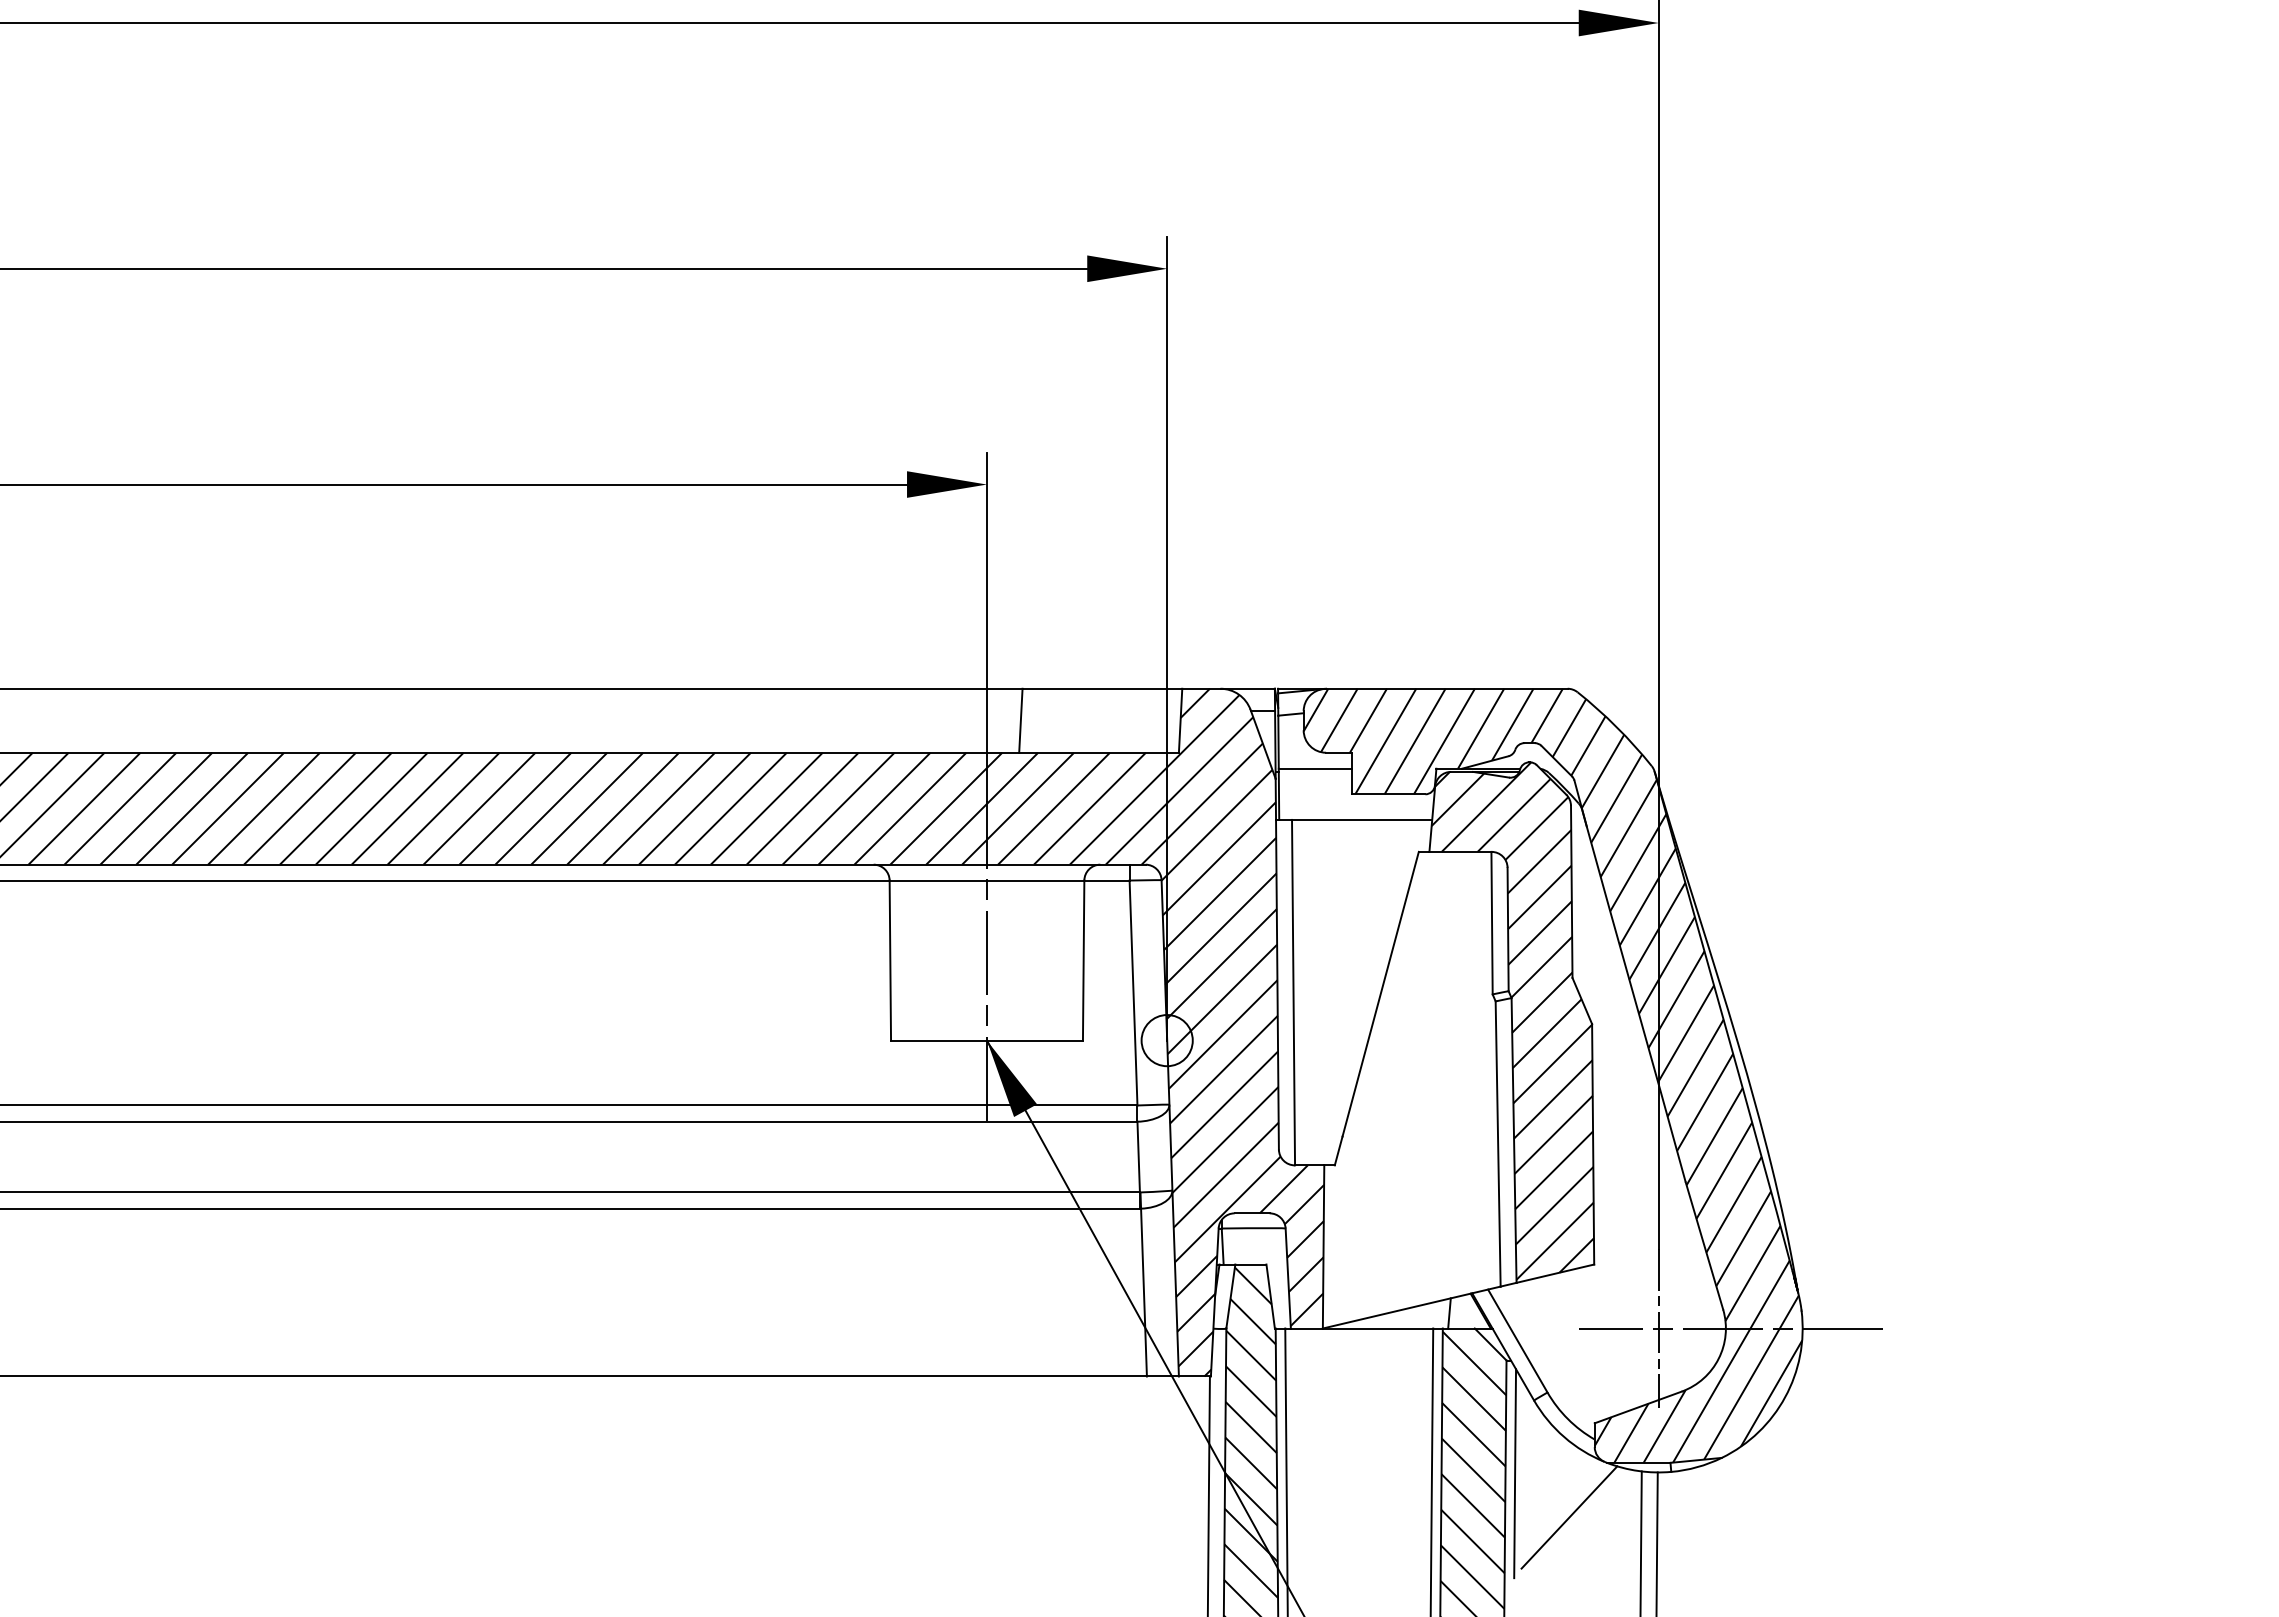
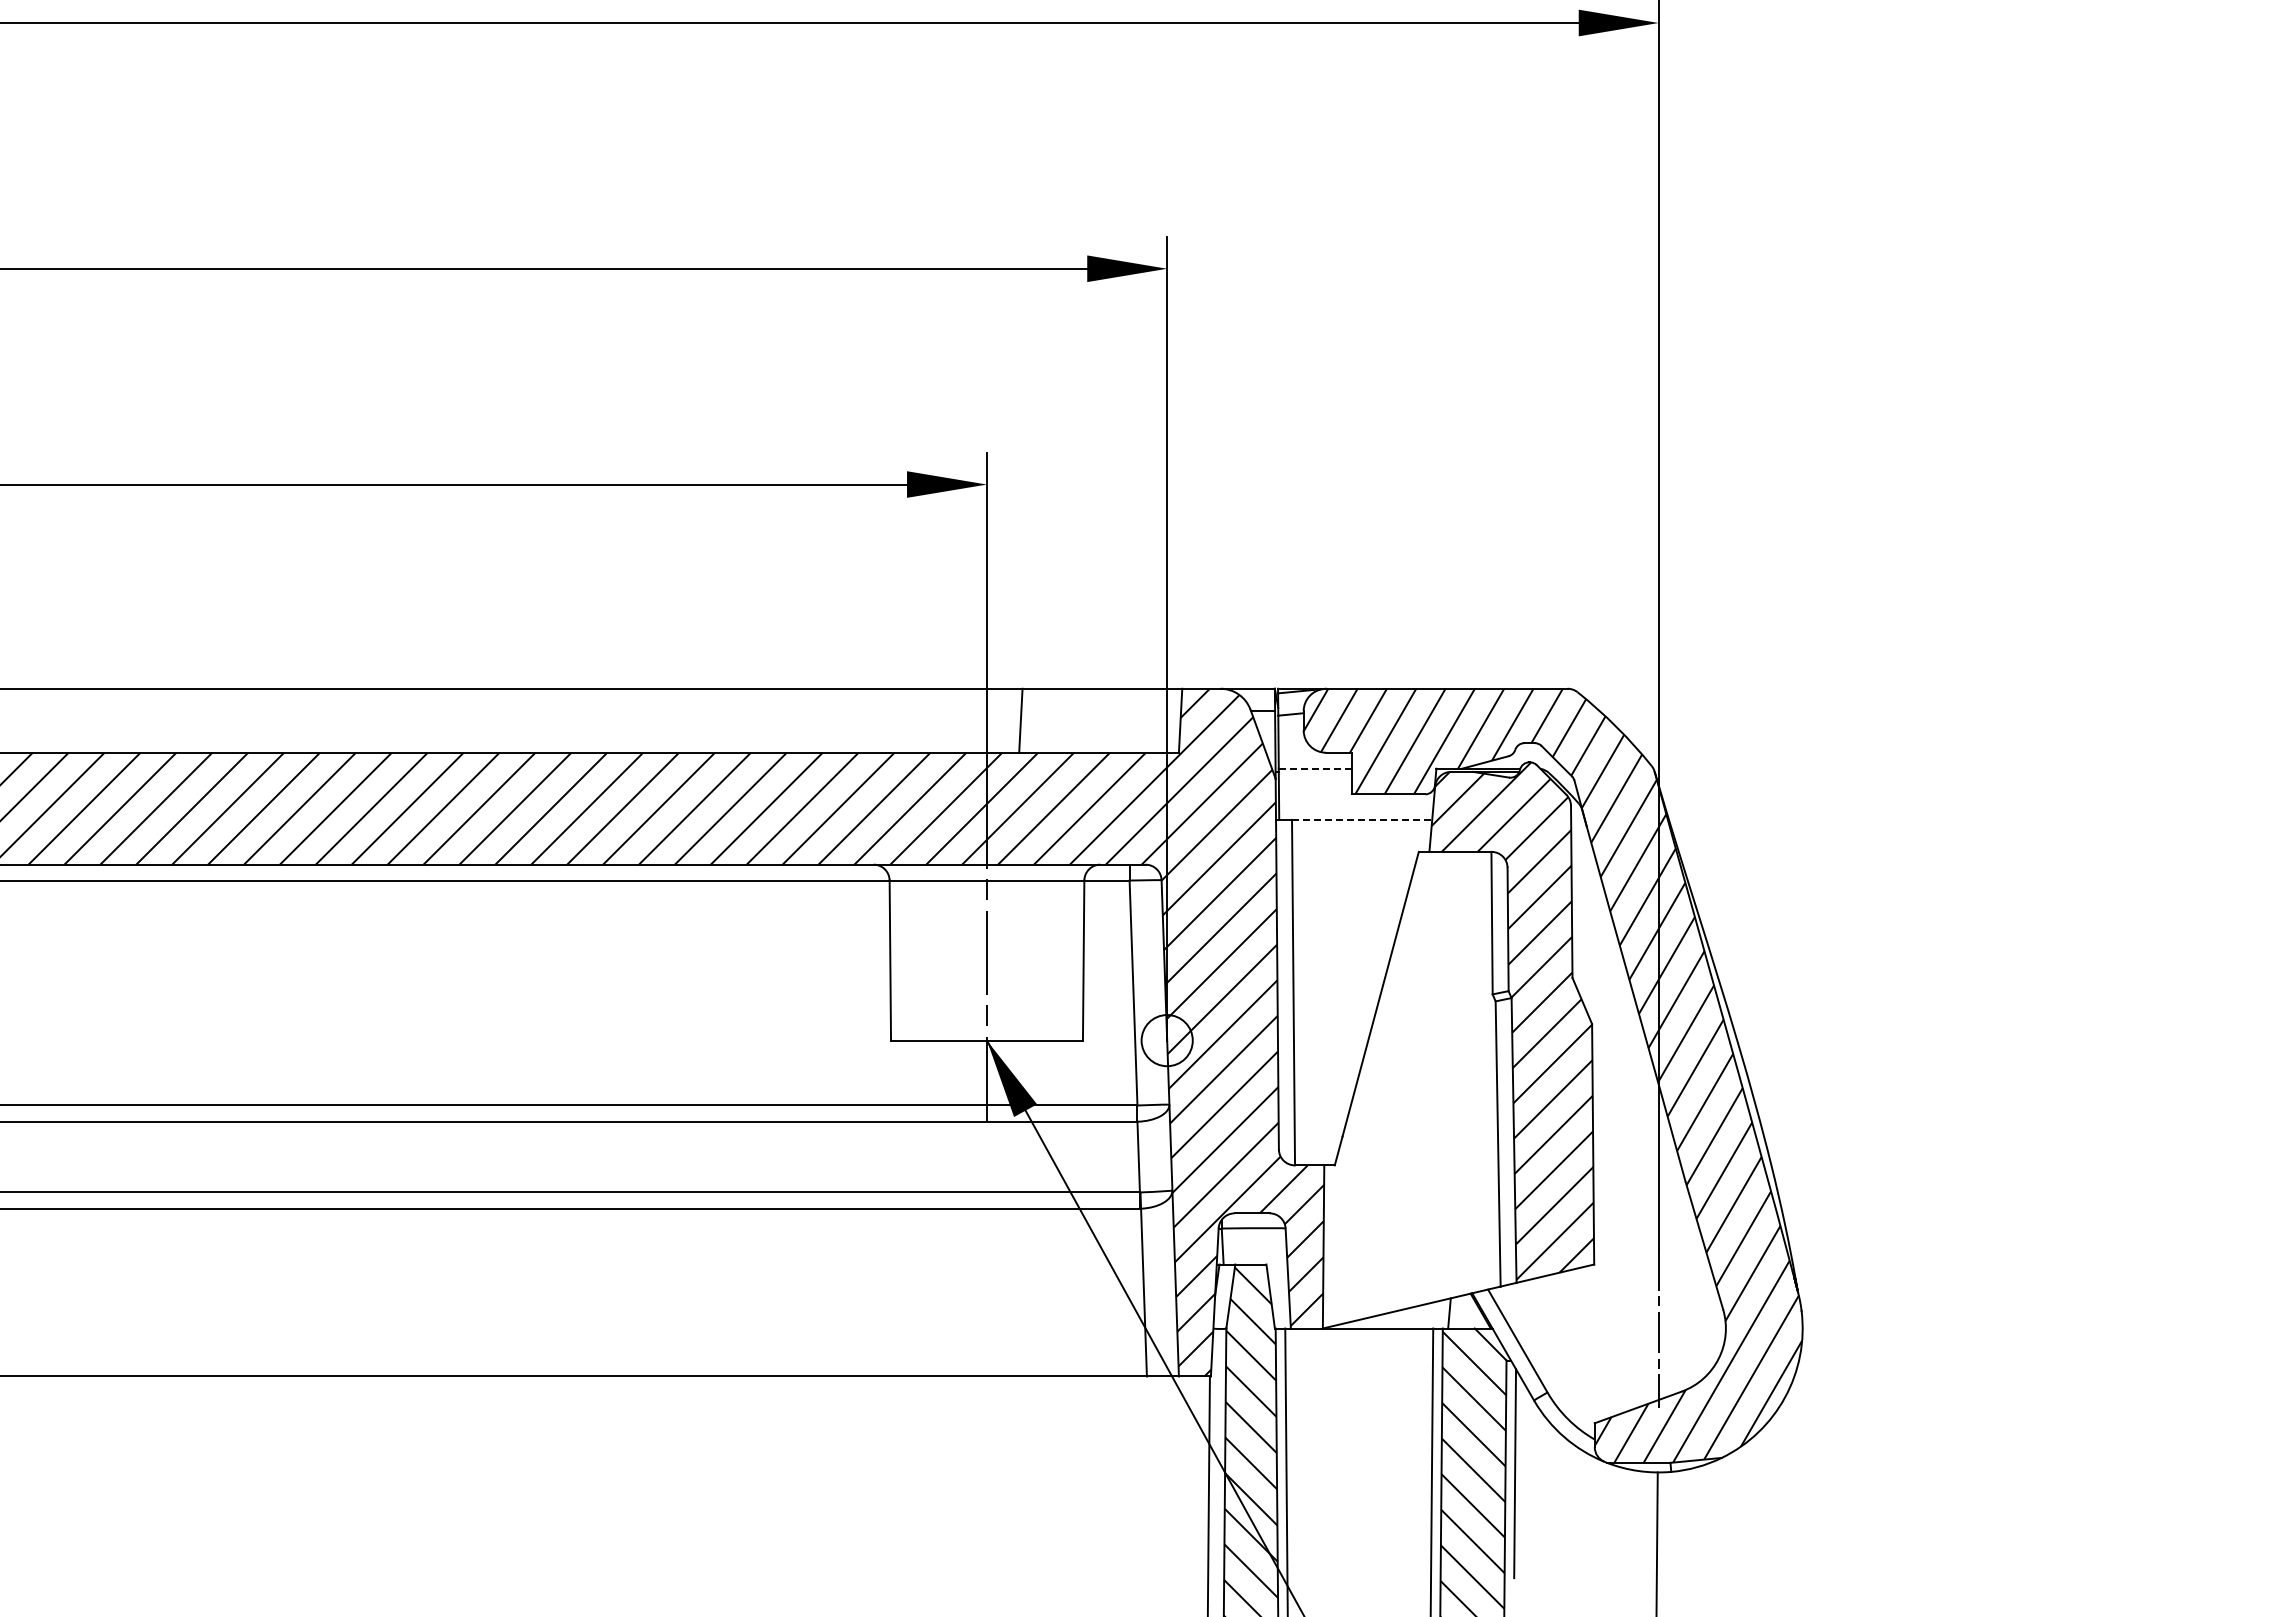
line at (1314, 768): solid -> dashed
line at (1362, 819): solid -> dashed
line at (1730, 1328): present -> none
line at (1569, 1517): present -> none
line at (1640, 1542): present -> none
